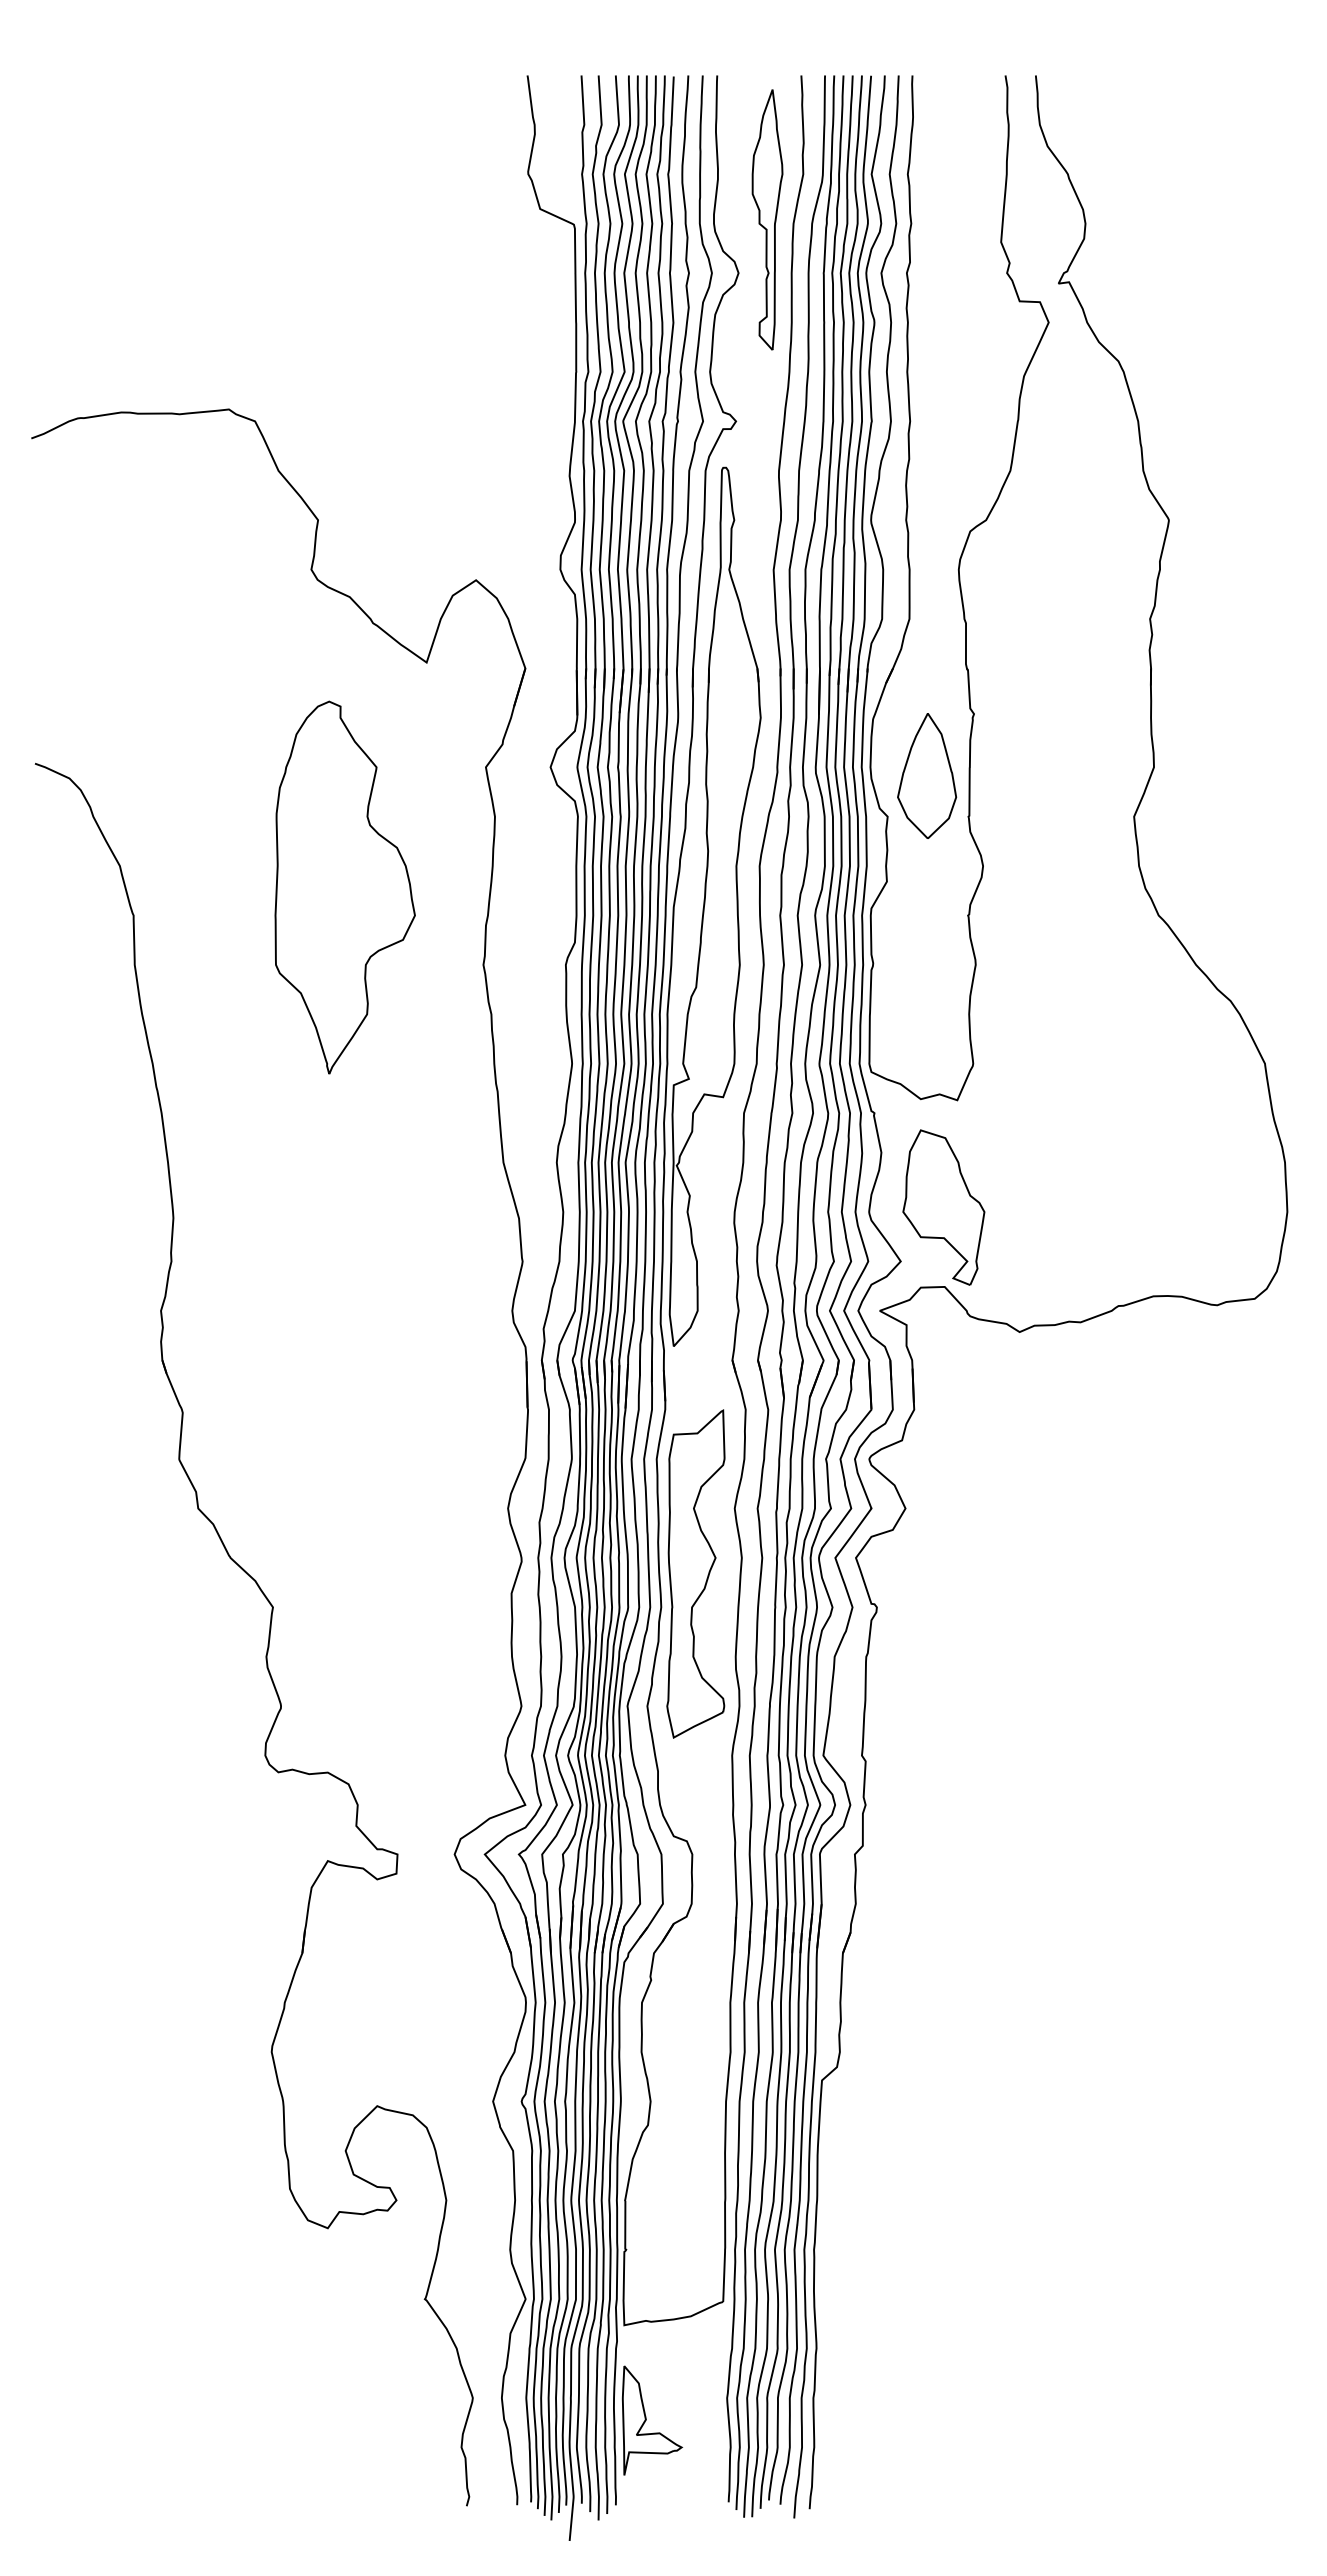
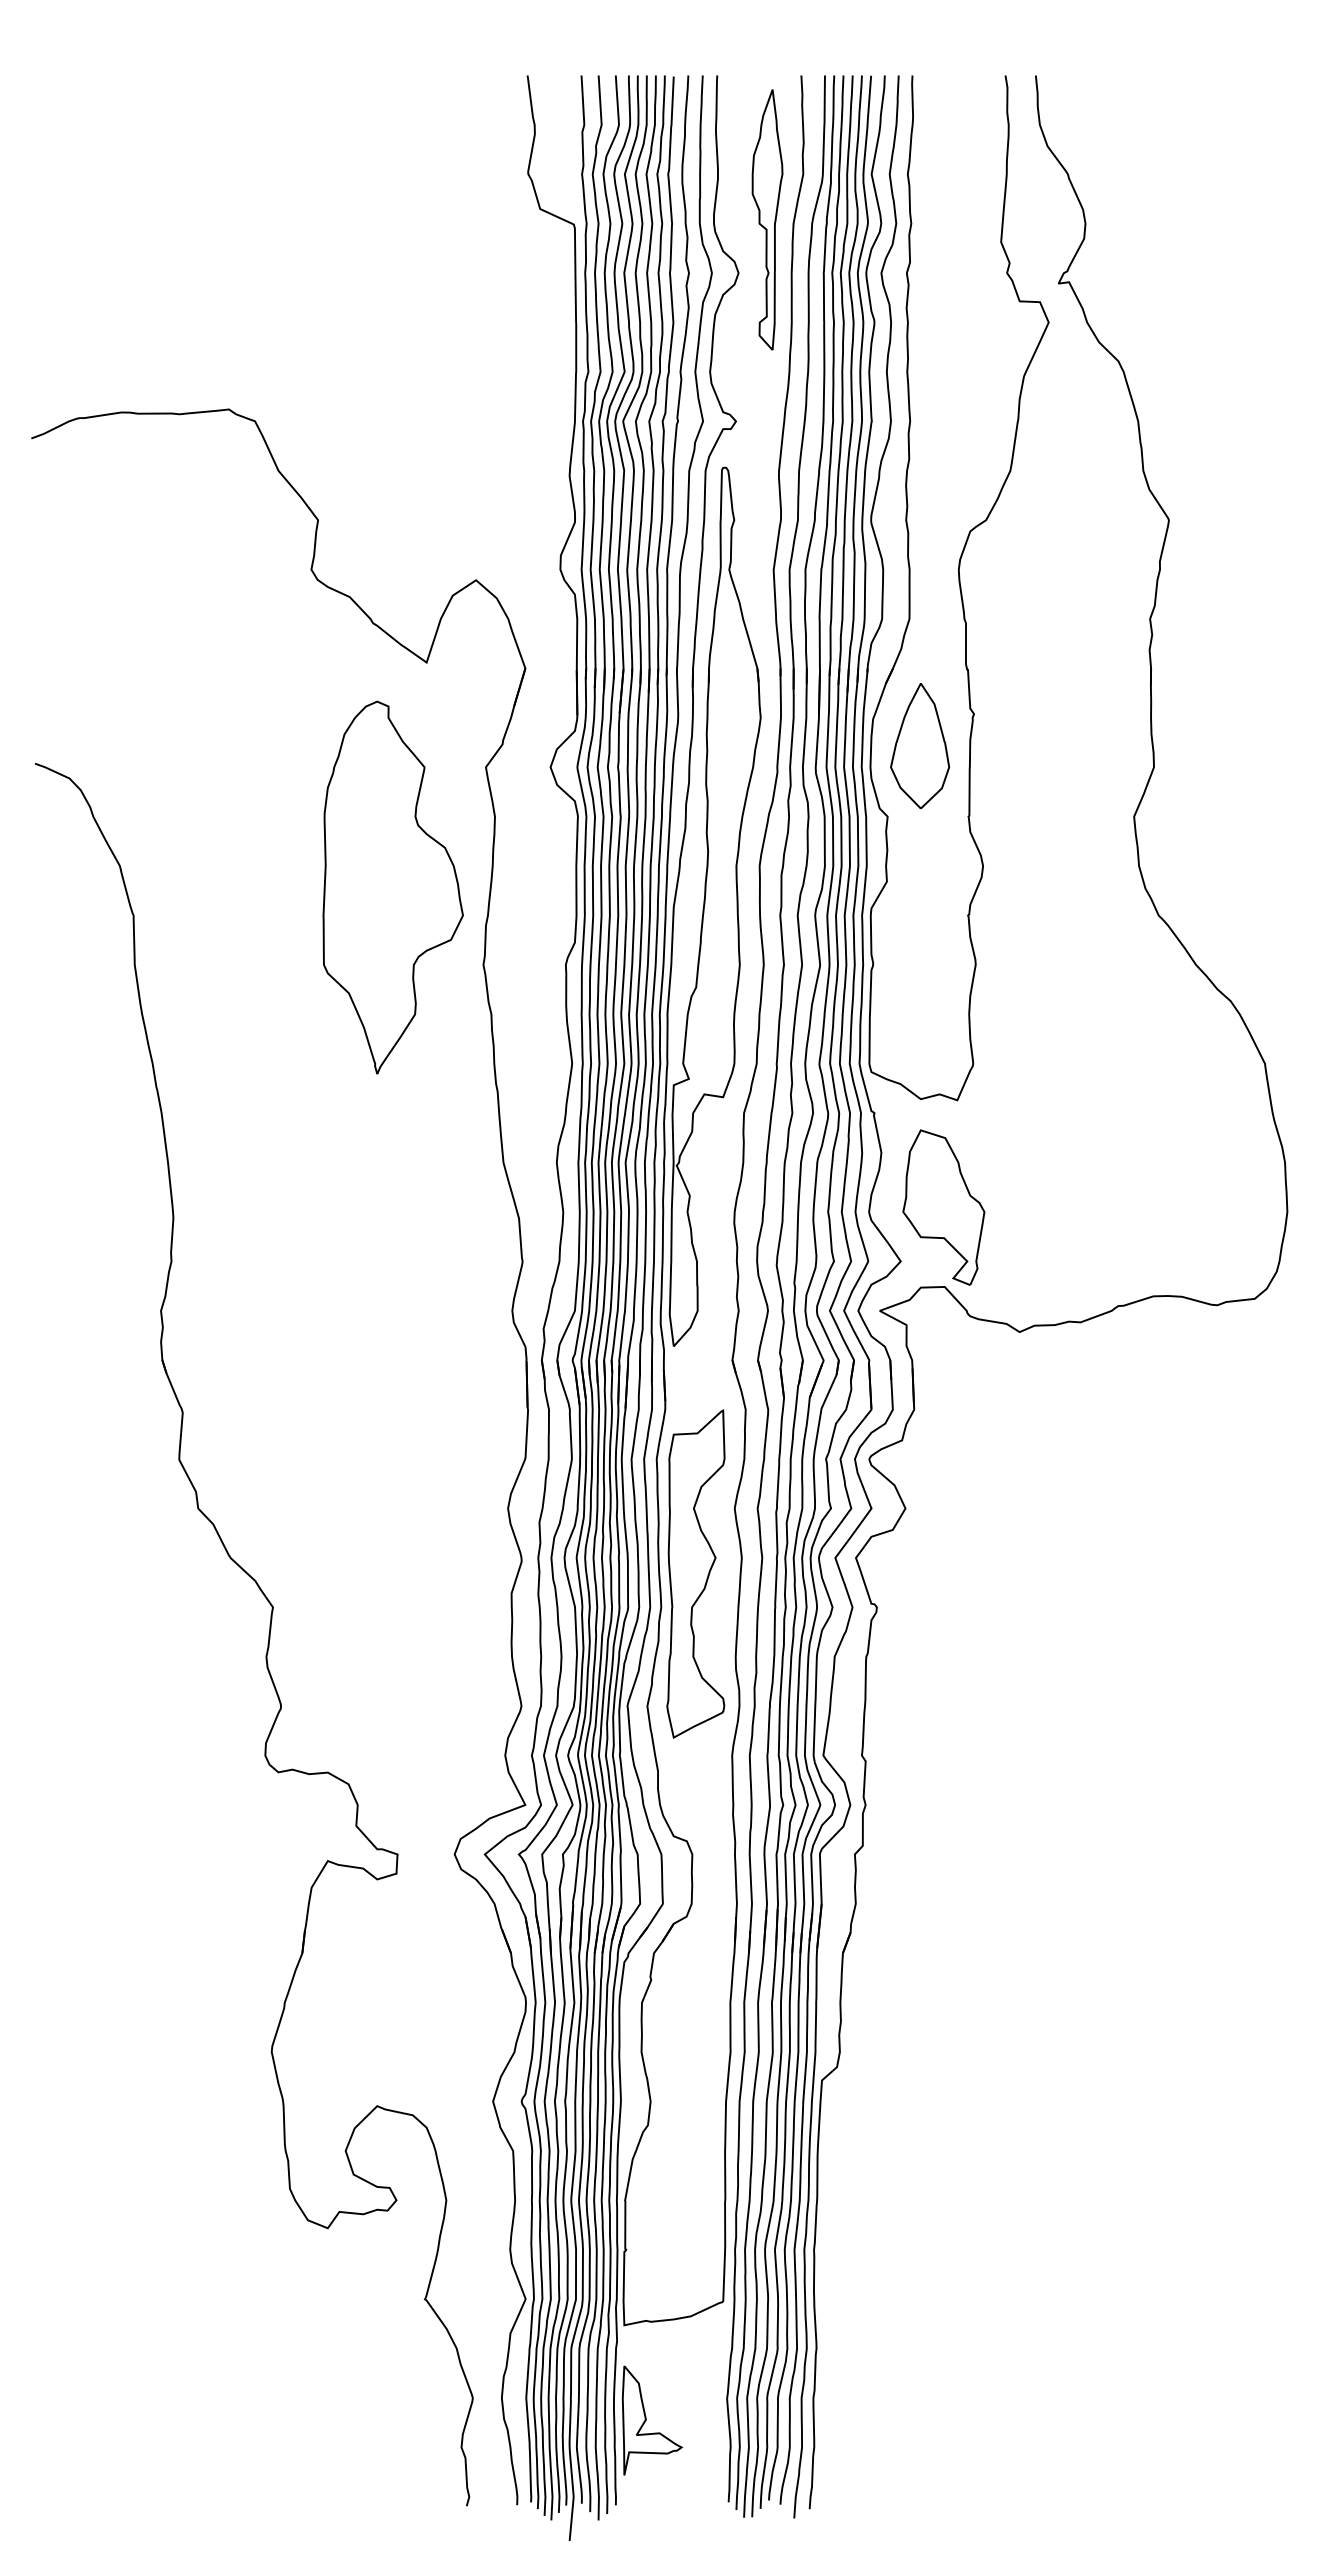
part at (927, 775) position: (927, 775) -> (920, 745)
part at (344, 887) position: (344, 887) -> (392, 887)
